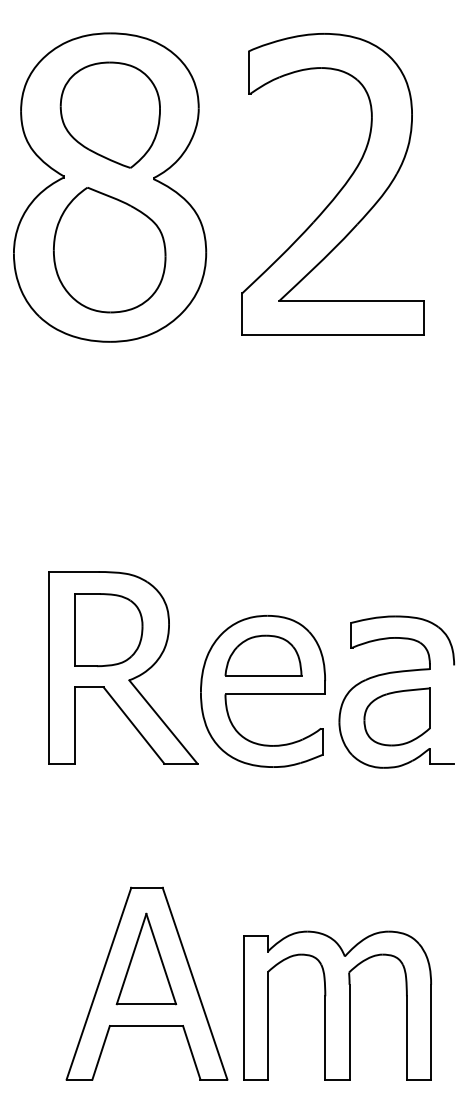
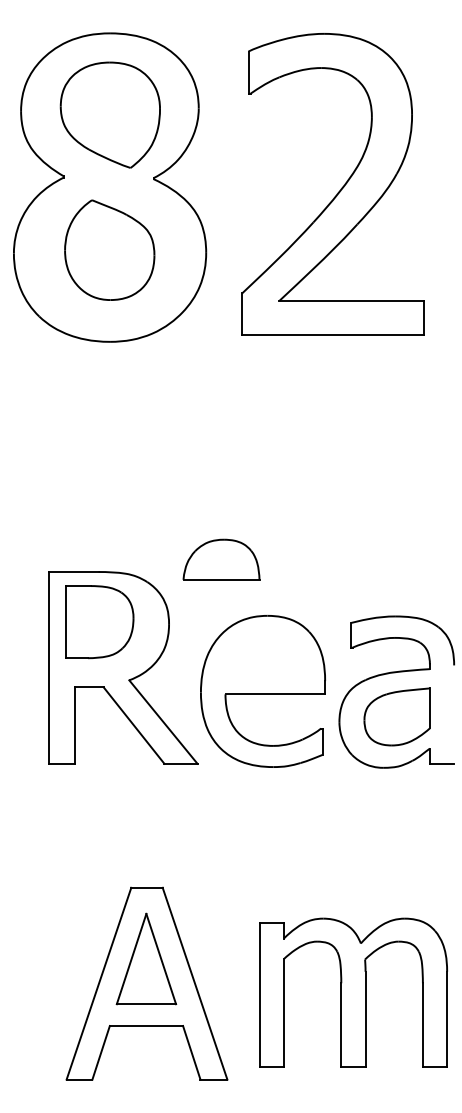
part at (109, 250) size: 114x127 px -> 92x102 px
part at (108, 630) position: (108, 630) -> (99, 622)
part at (263, 655) position: (263, 655) -> (221, 559)
part at (337, 1005) position: (337, 1005) -> (353, 992)
